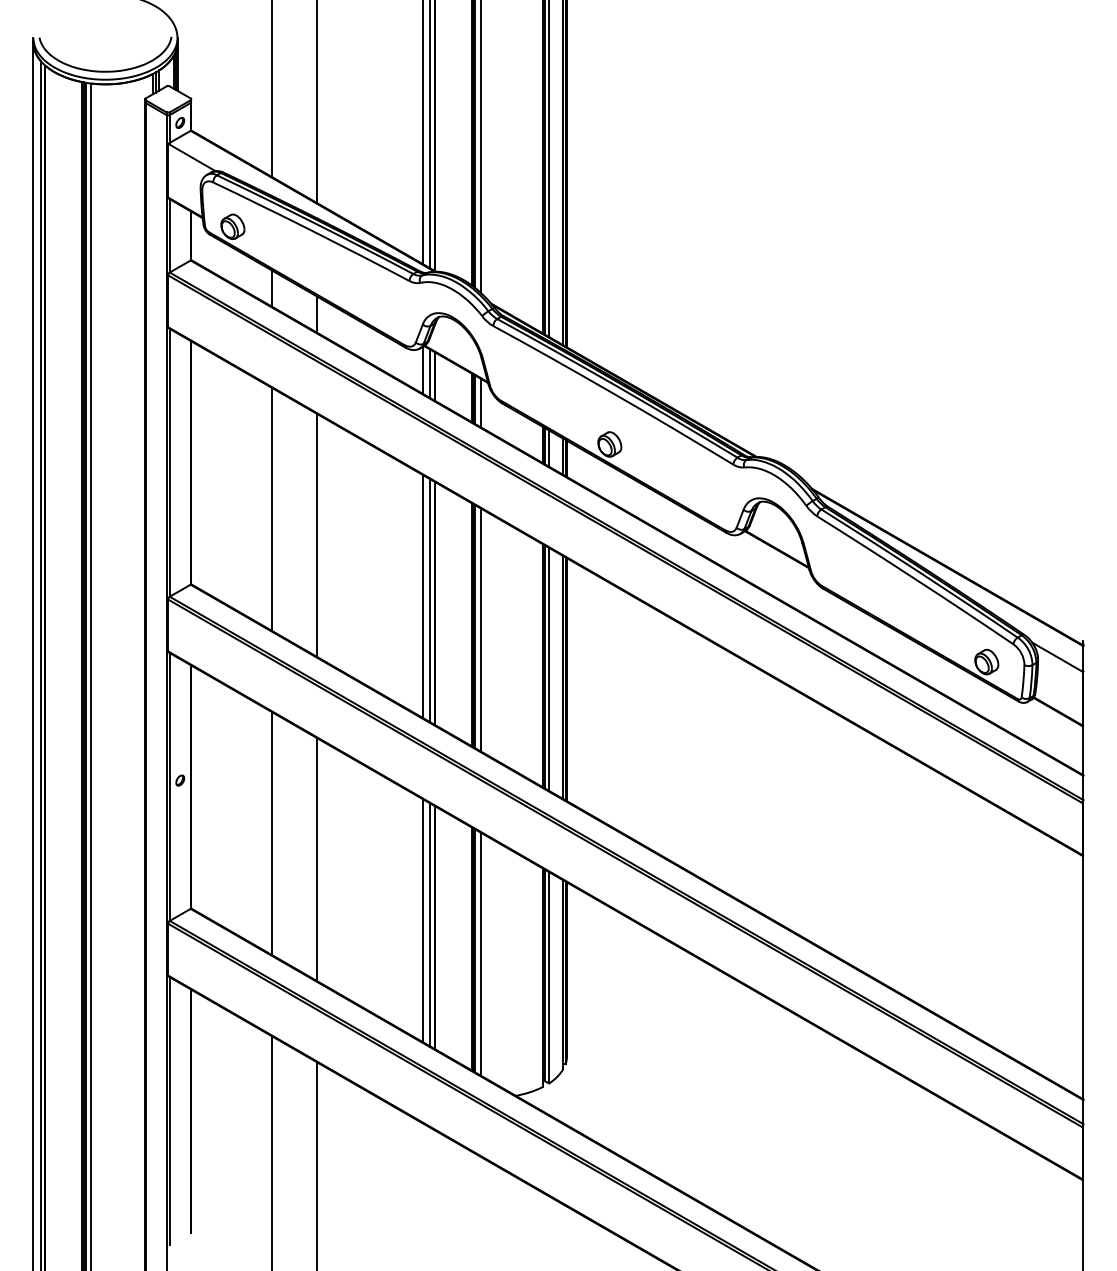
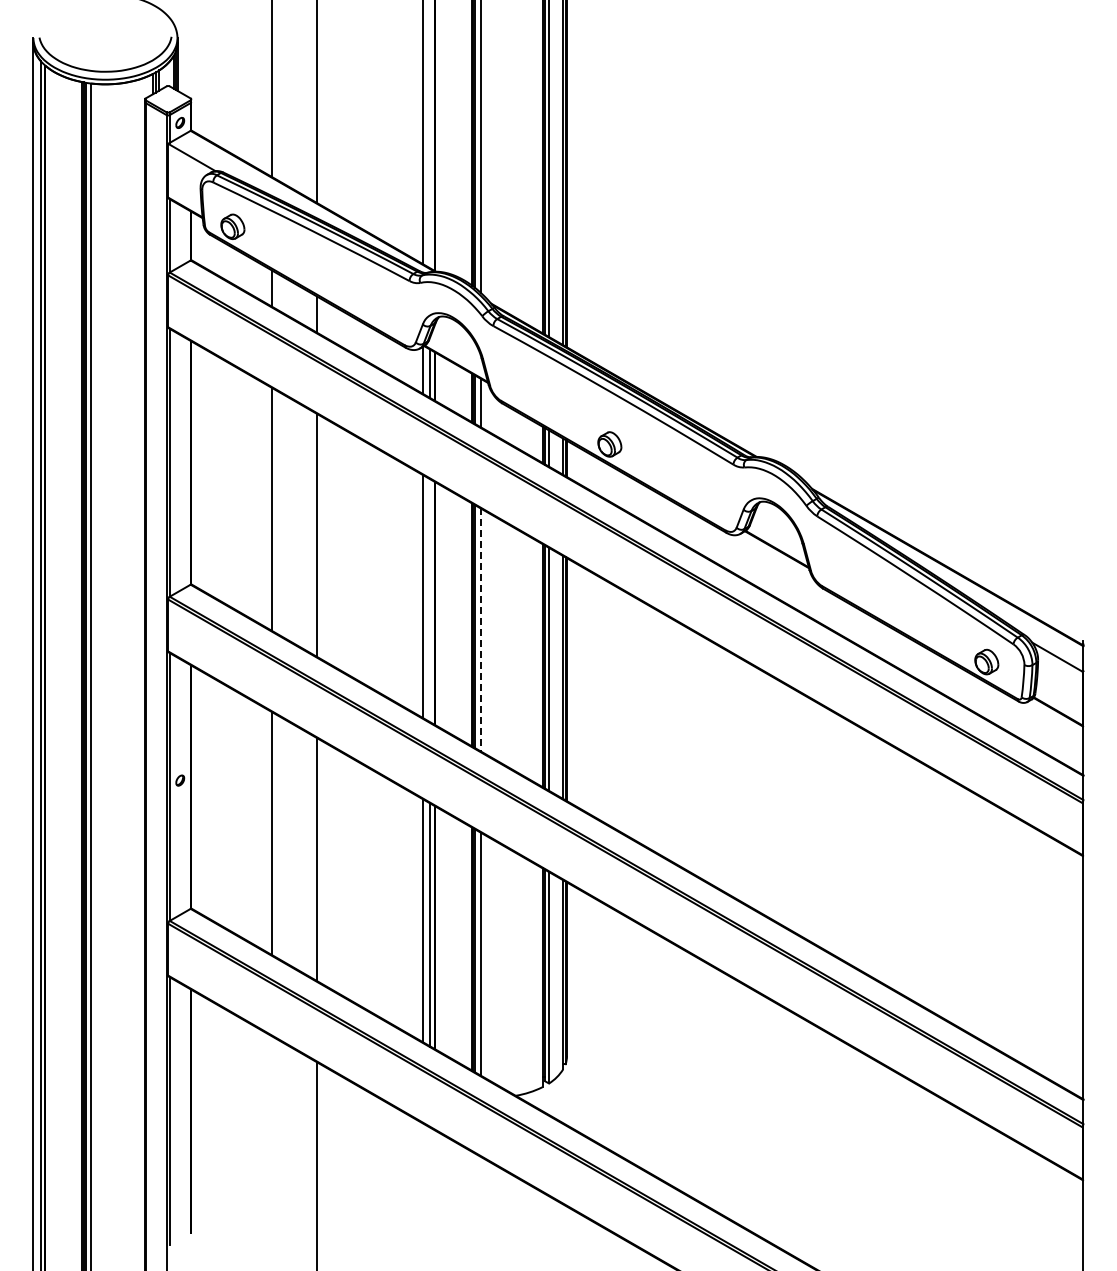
line at (430, 135): present -> none
line at (430, 600): present -> none
line at (480, 629): solid -> dashed
line at (272, 1151): present -> none
